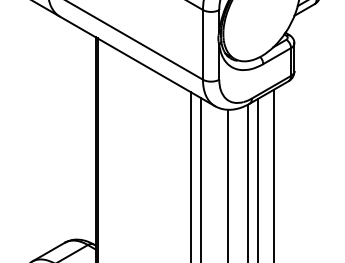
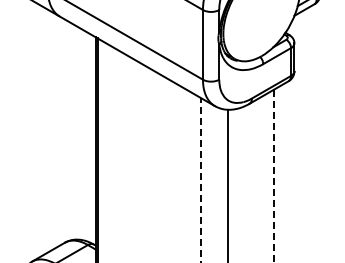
line at (190, 175): present -> none
line at (273, 176): solid -> dashed
line at (200, 179): solid -> dashed
line at (257, 179): present -> none
line at (247, 181): present -> none
